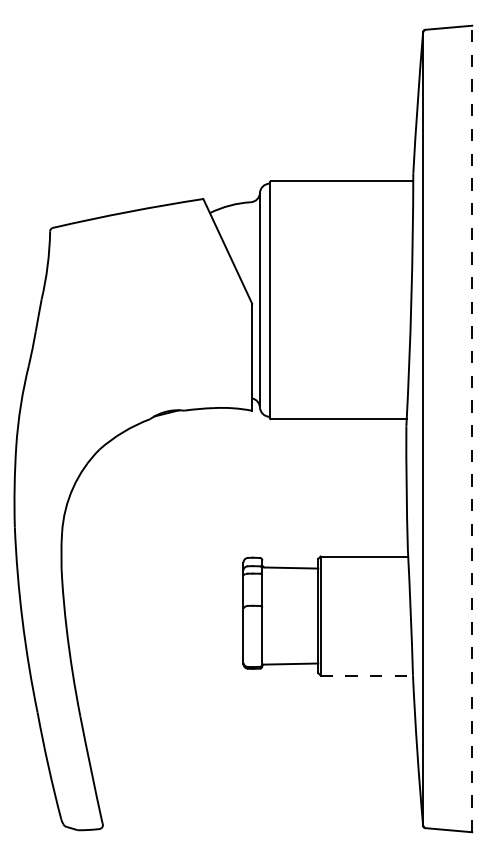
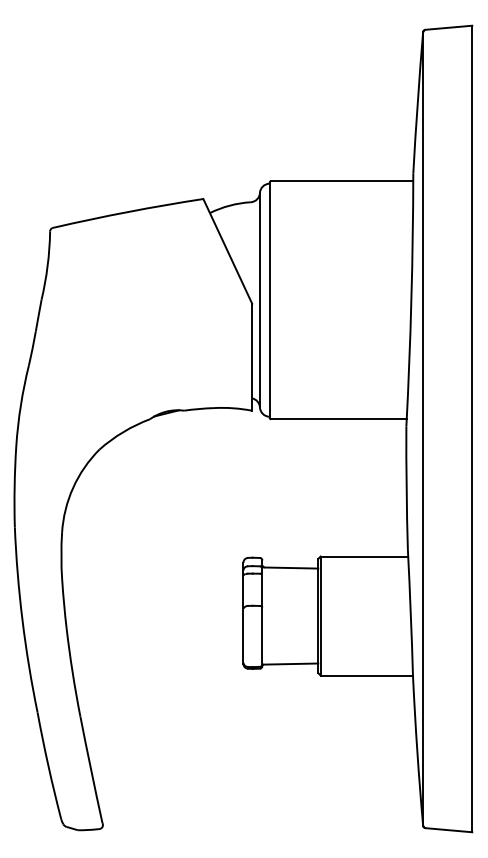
line at (472, 428): dashed -> solid
line at (367, 675): dashed -> solid
